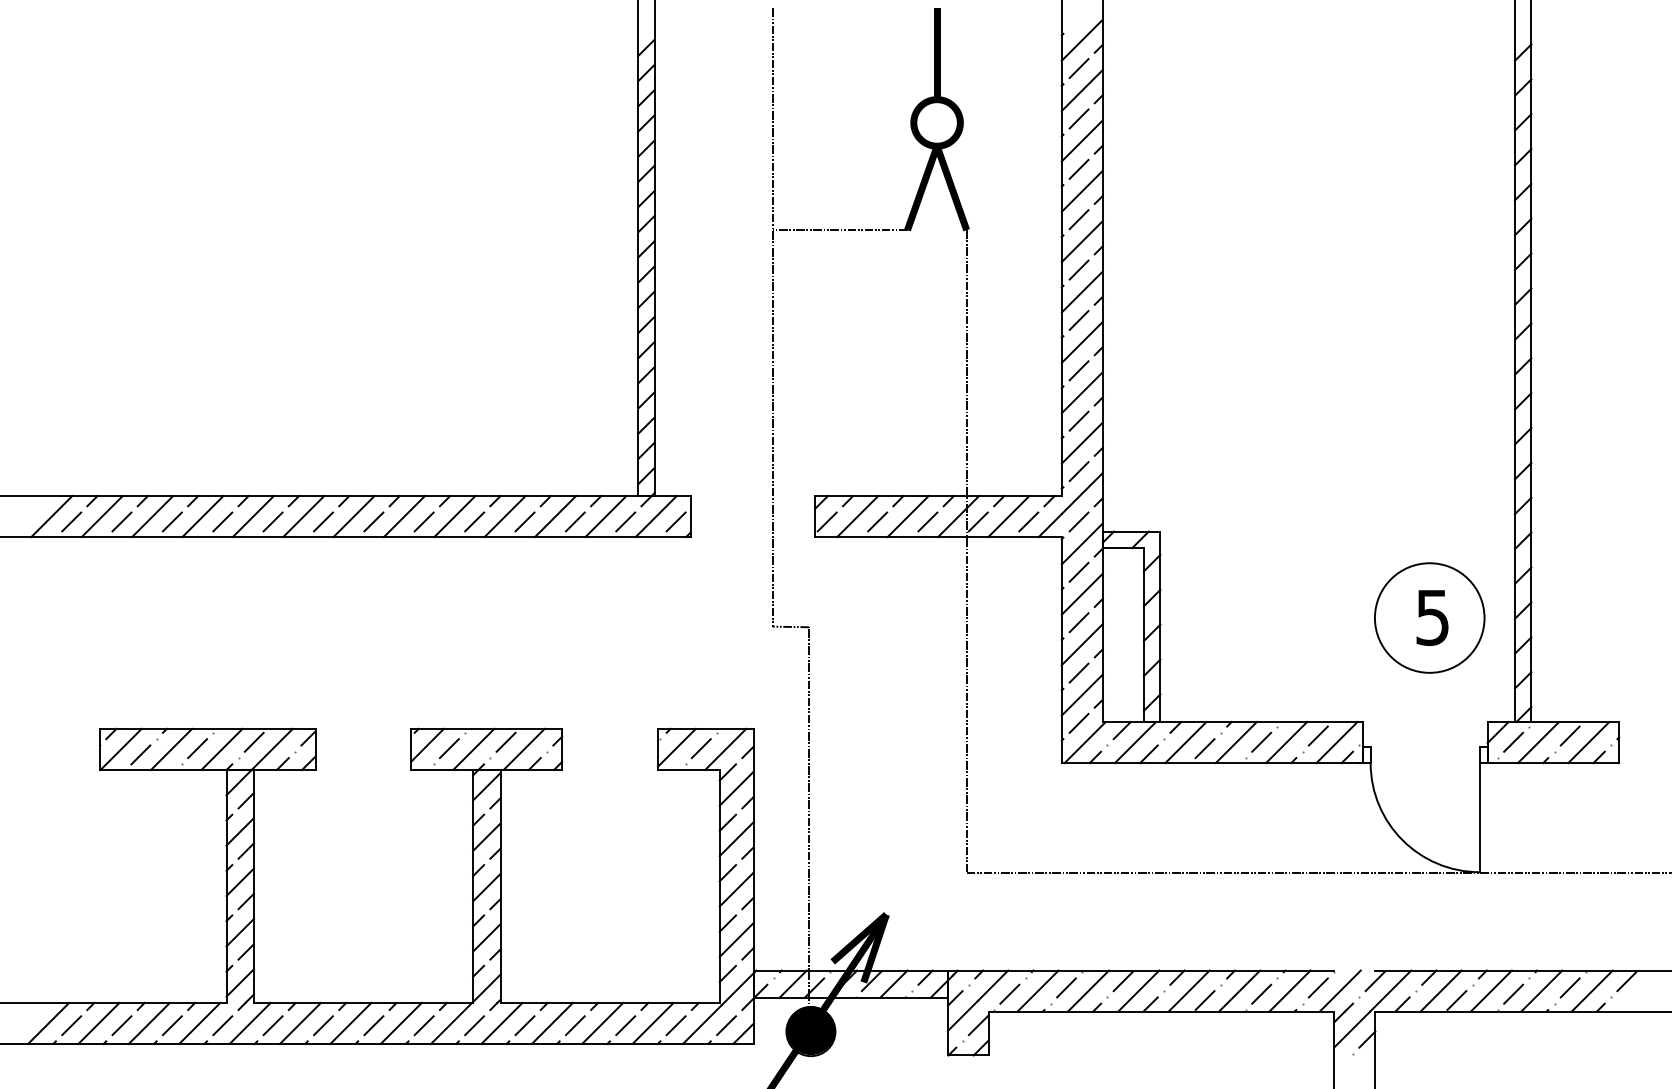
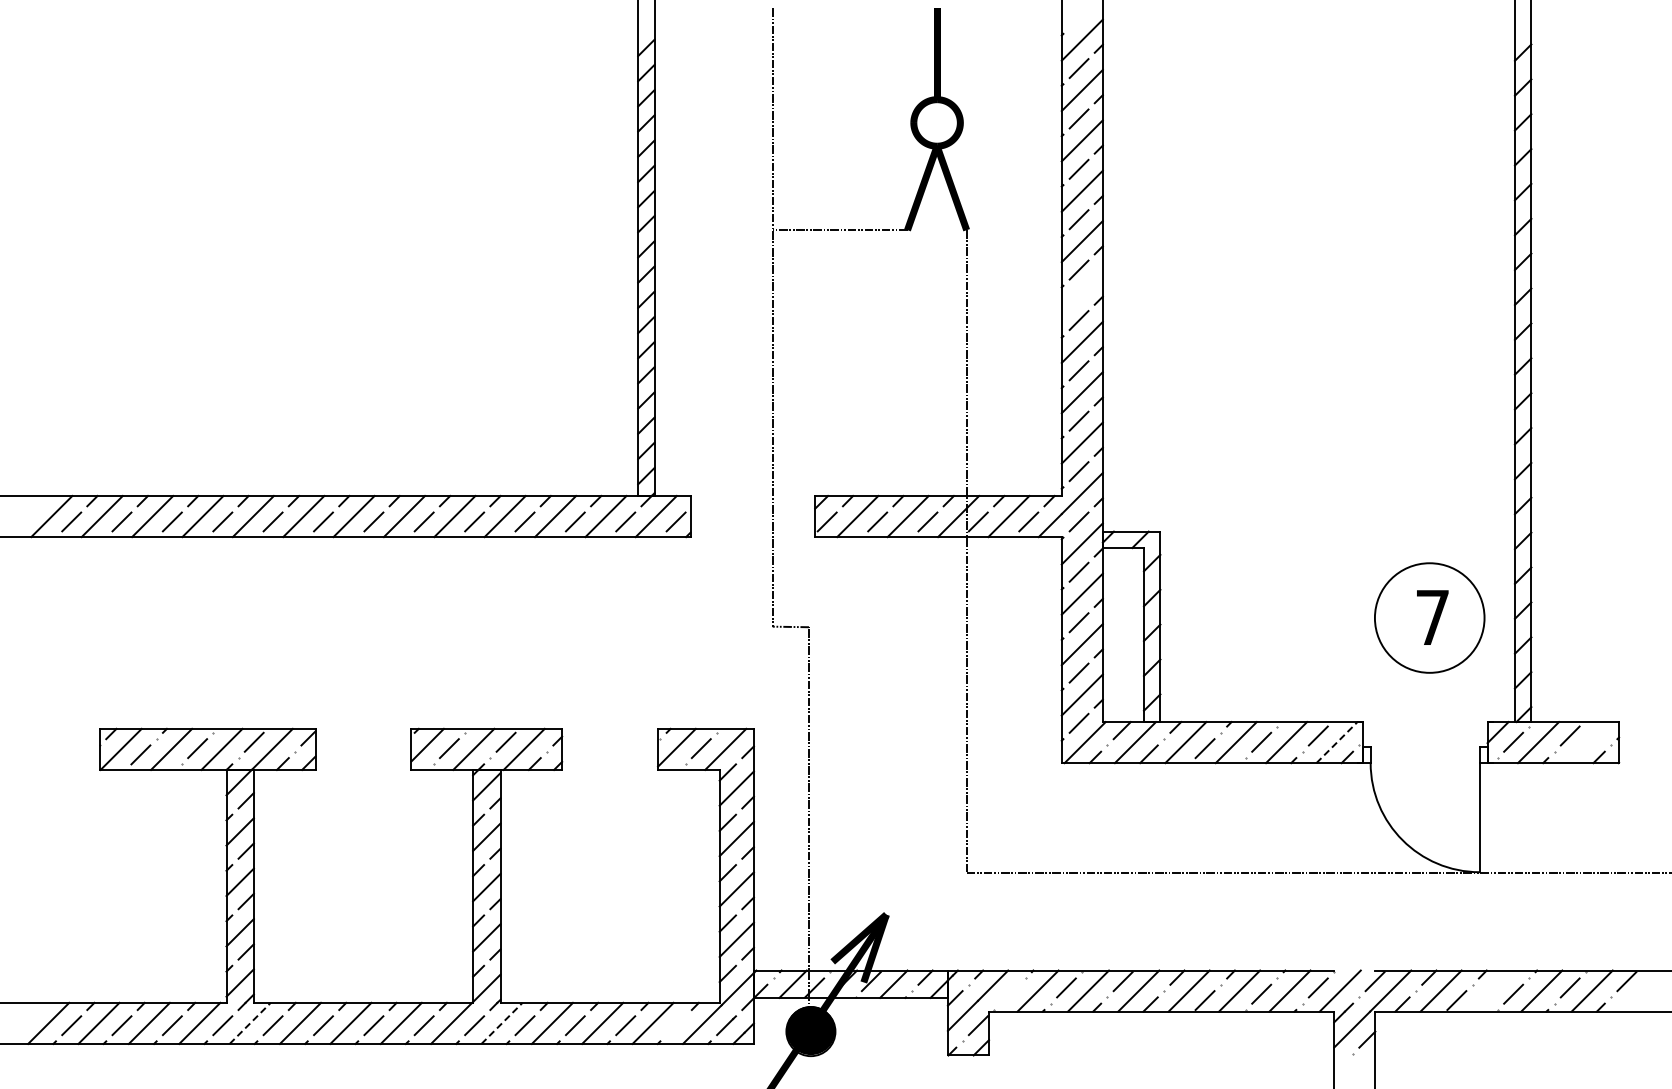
line at (1081, 291): present -> none
text at (1432, 617): 5 -> 7
line at (1337, 742): solid -> dashed
line at (1588, 742): present -> none
line at (1490, 990): present -> none
line at (1009, 993): present -> none
line at (250, 1023): solid -> dashed
line at (502, 1023): solid -> dashed
line at (675, 1025): present -> none
